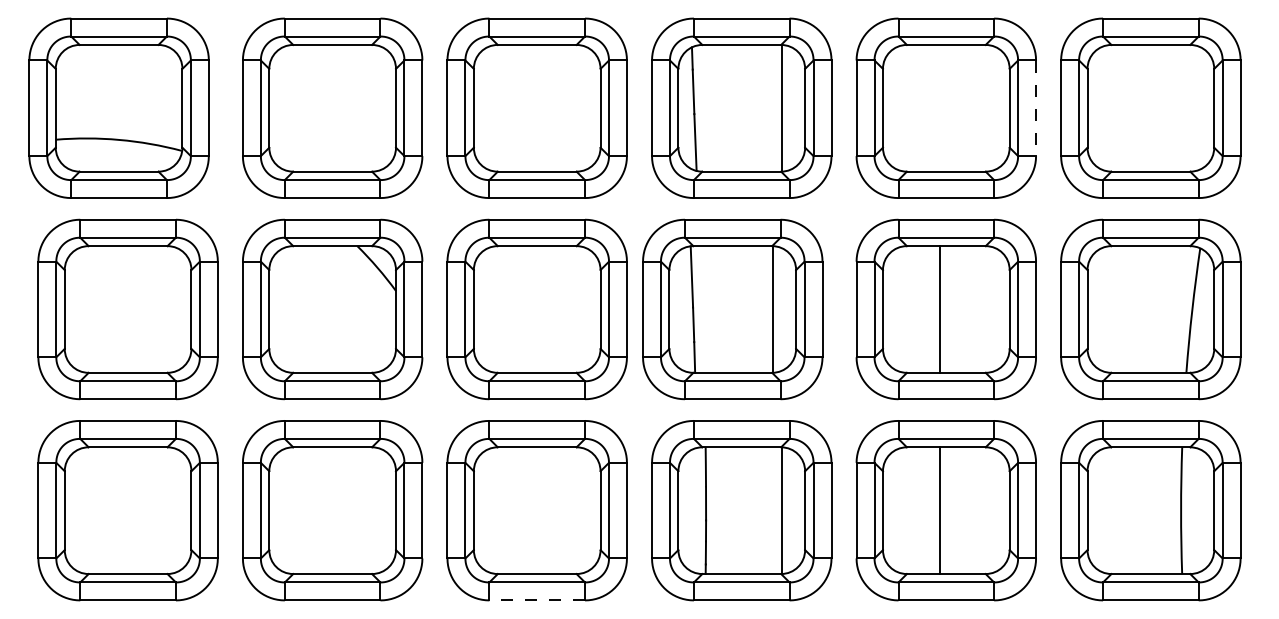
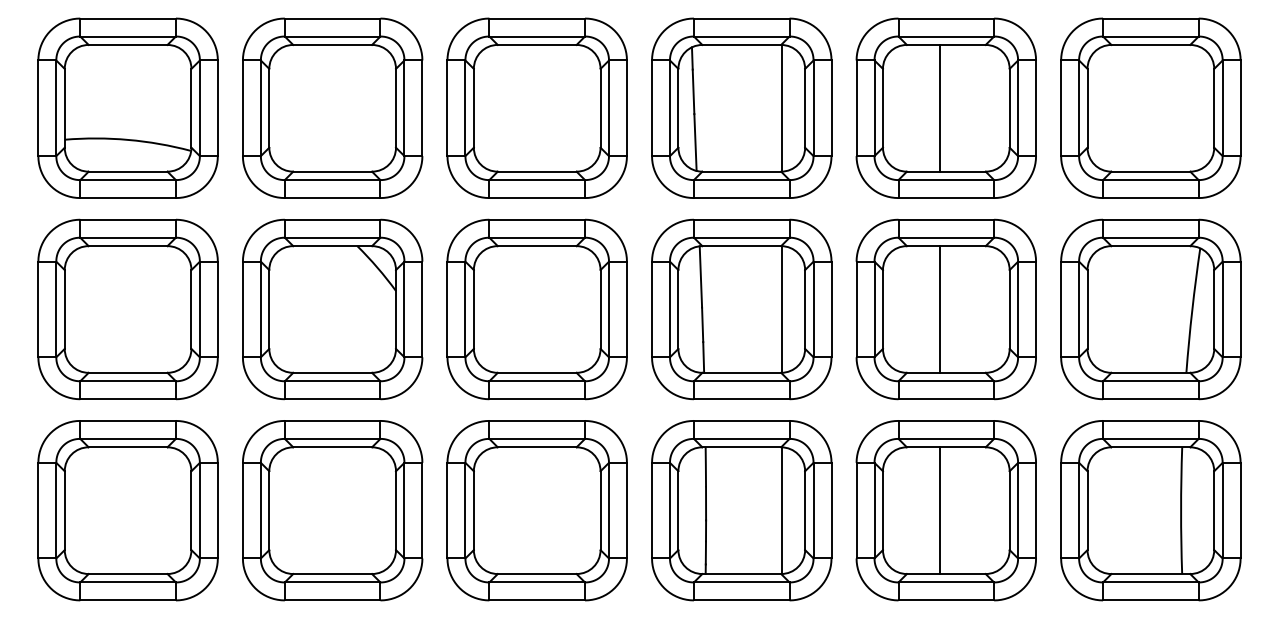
part at (118, 107) position: (118, 107) -> (127, 107)
line at (939, 107): none -> present
line at (1036, 108): dashed -> solid
part at (732, 309) position: (732, 309) -> (741, 309)
line at (537, 600): dashed -> solid
